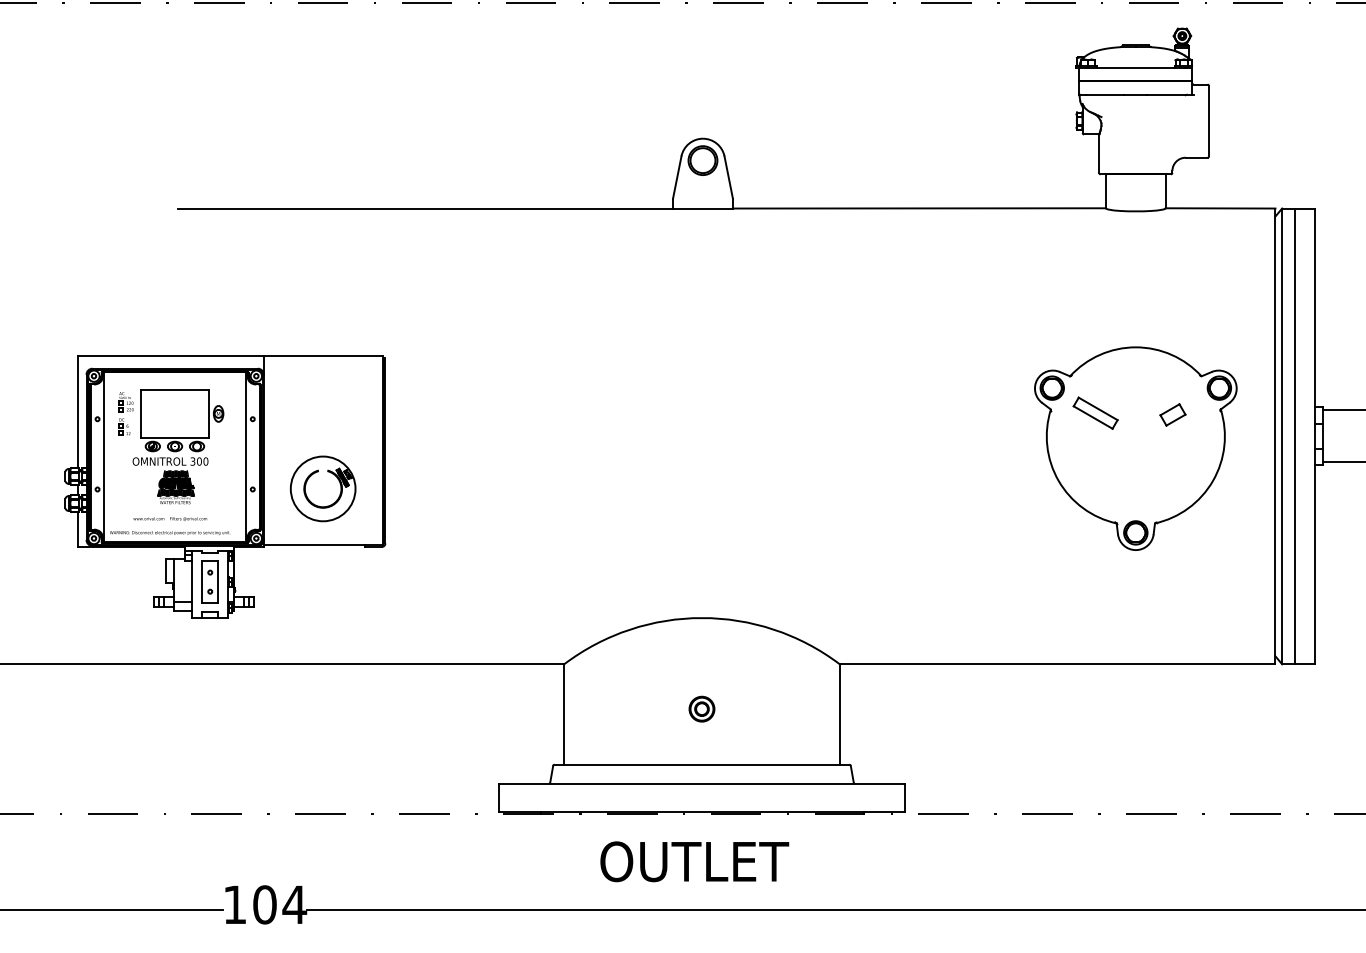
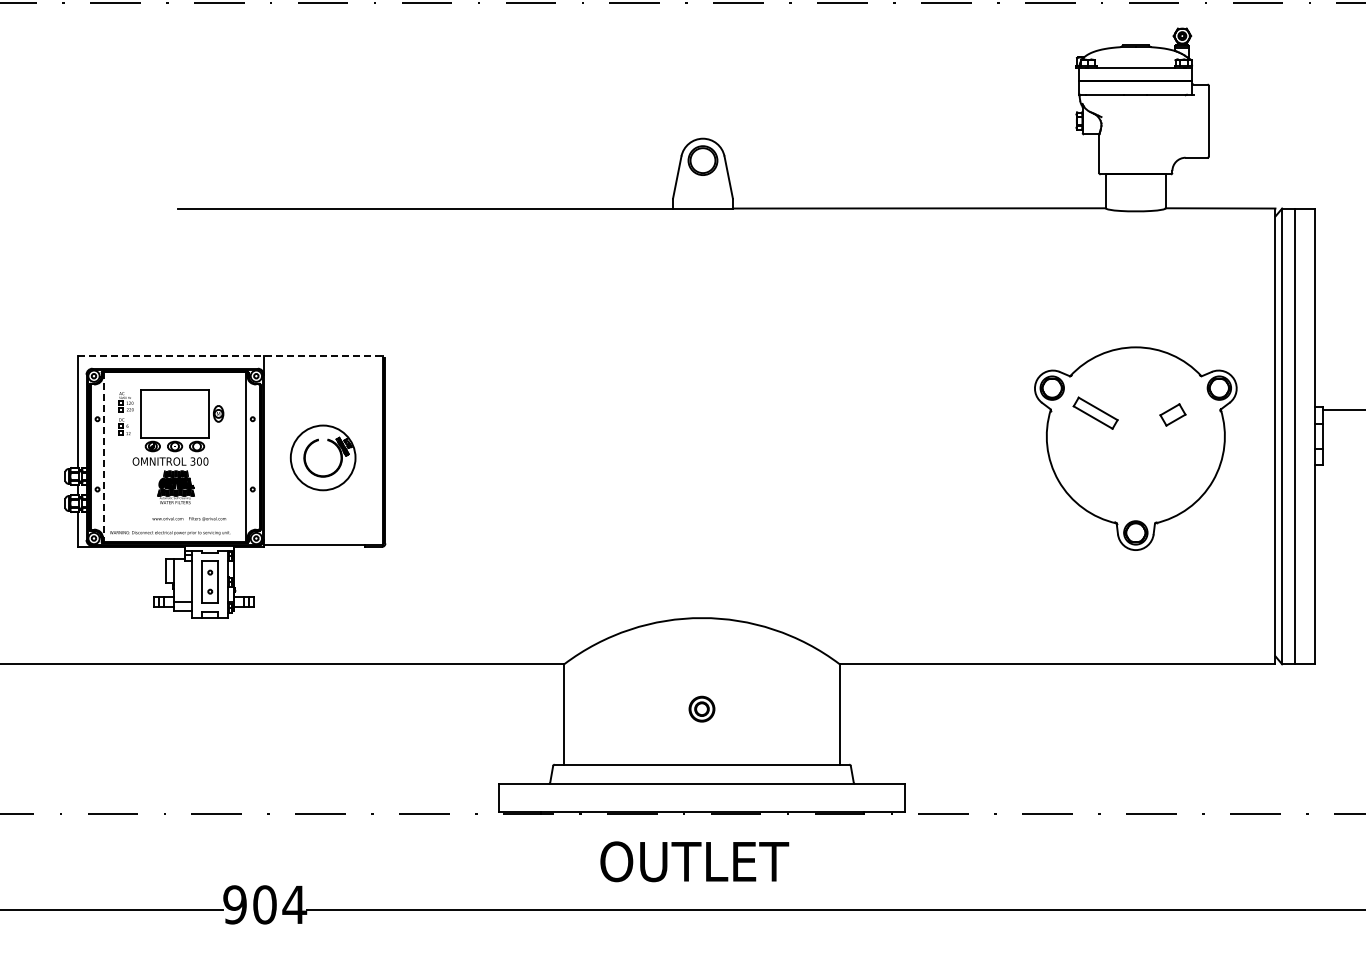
line at (230, 356): solid -> dashed
line at (104, 457): solid -> dashed
line at (1342, 462): present -> none
part at (322, 488) position: (322, 488) -> (322, 457)
text at (170, 518) position: (170, 518) -> (189, 518)
text at (234, 904): 104 -> 904
